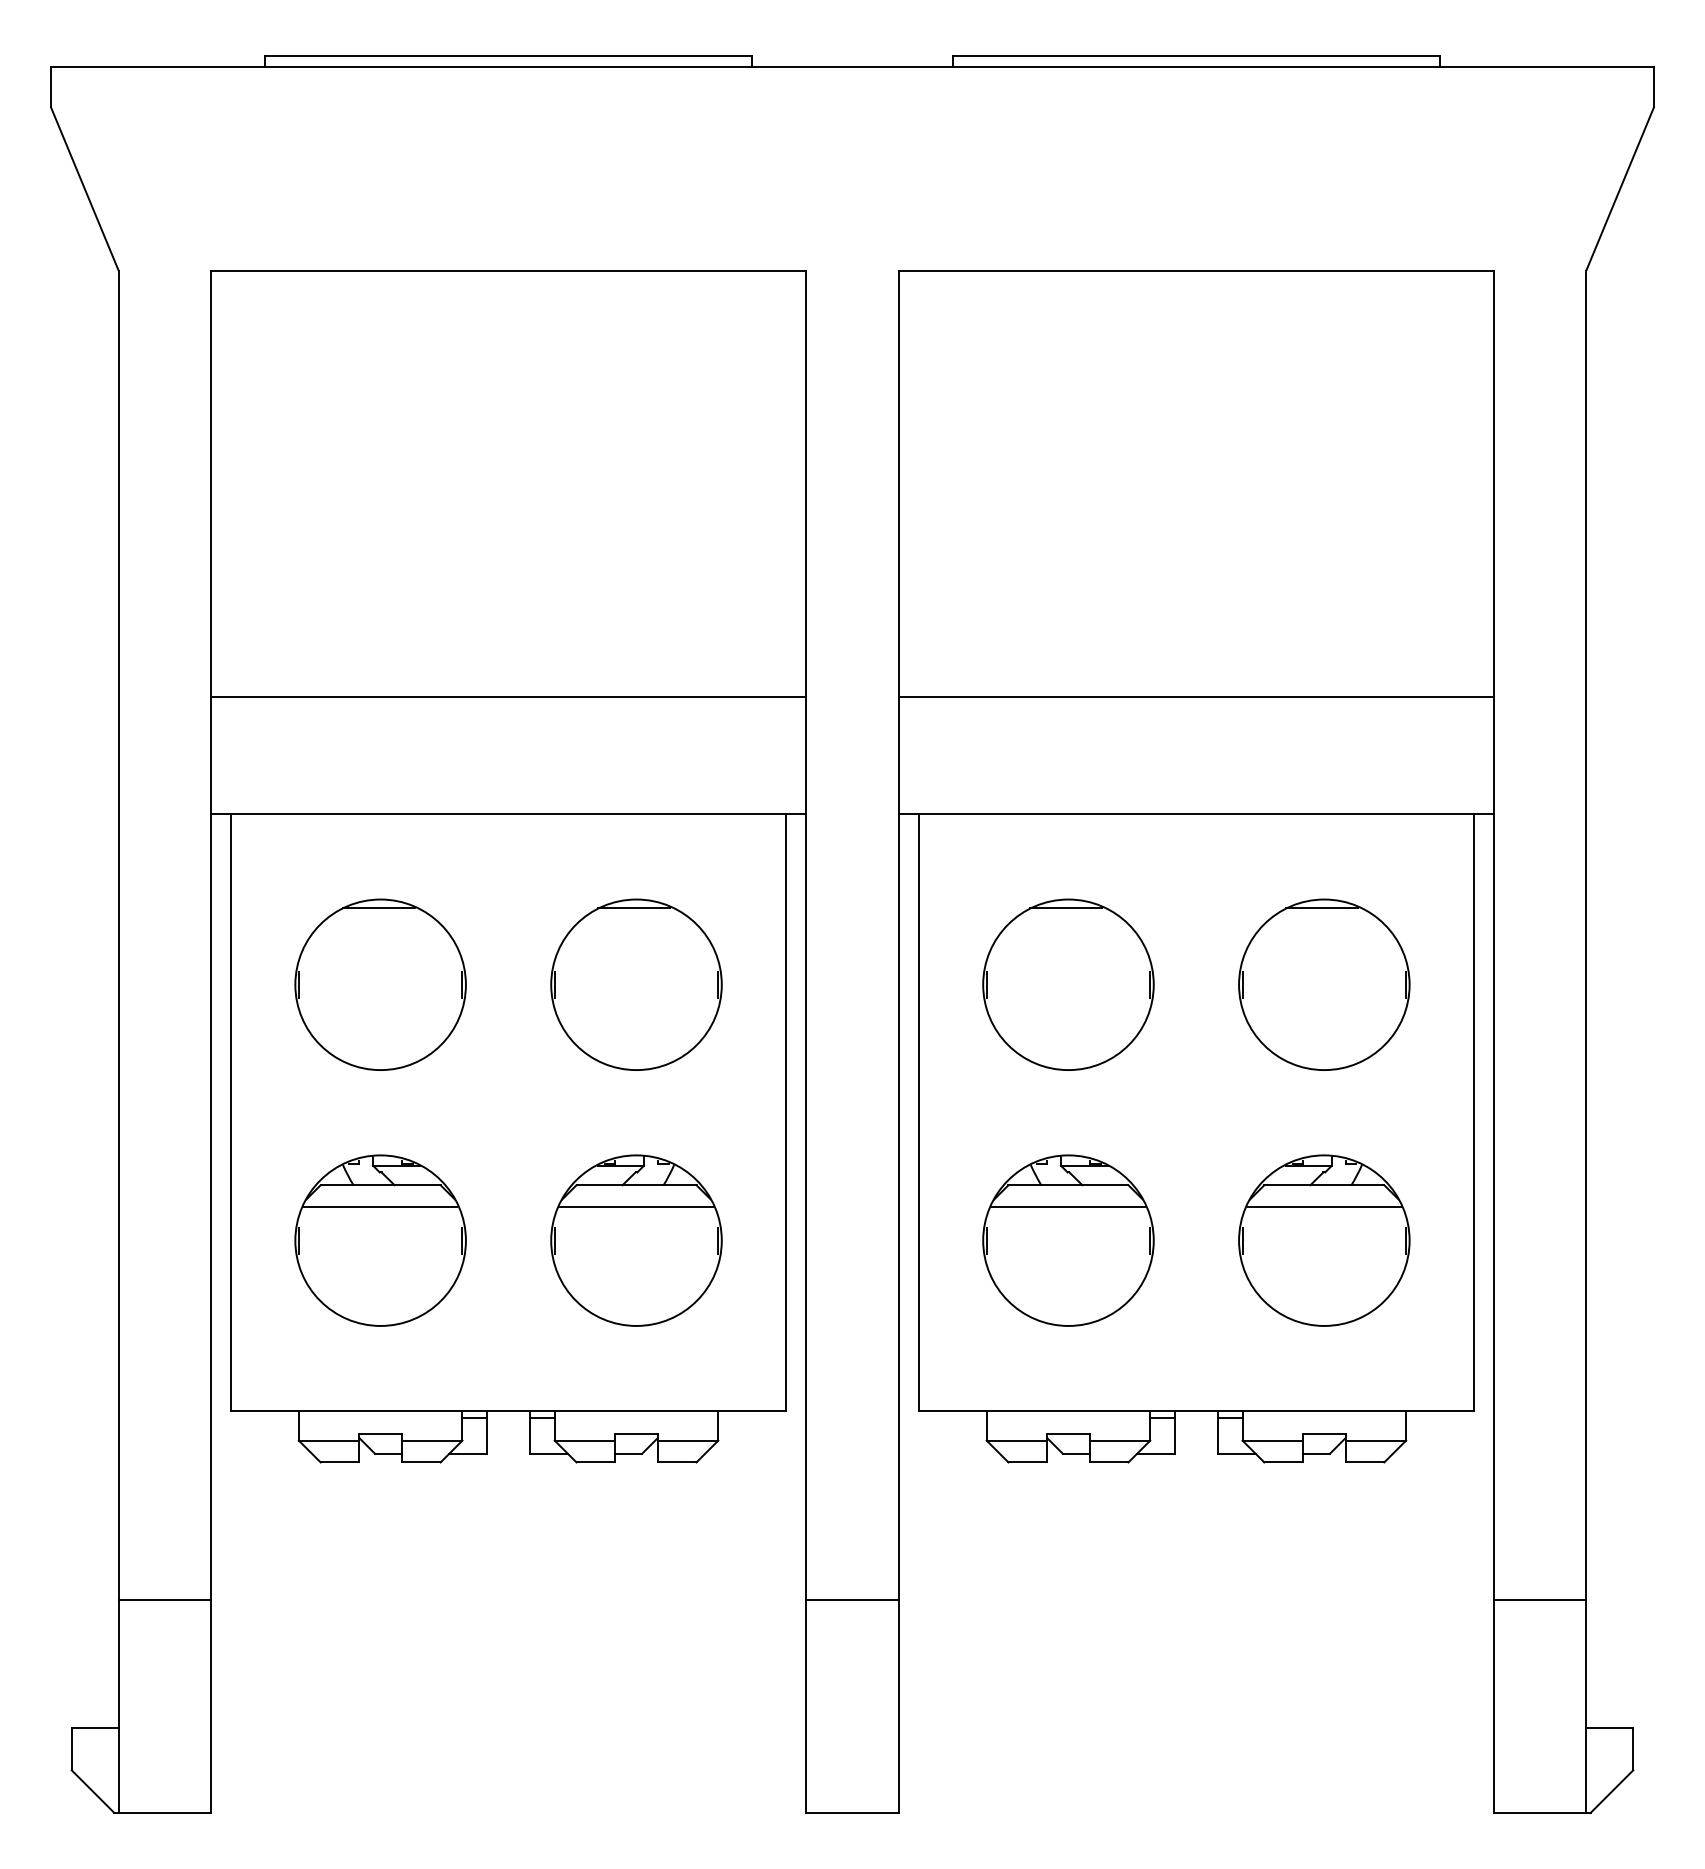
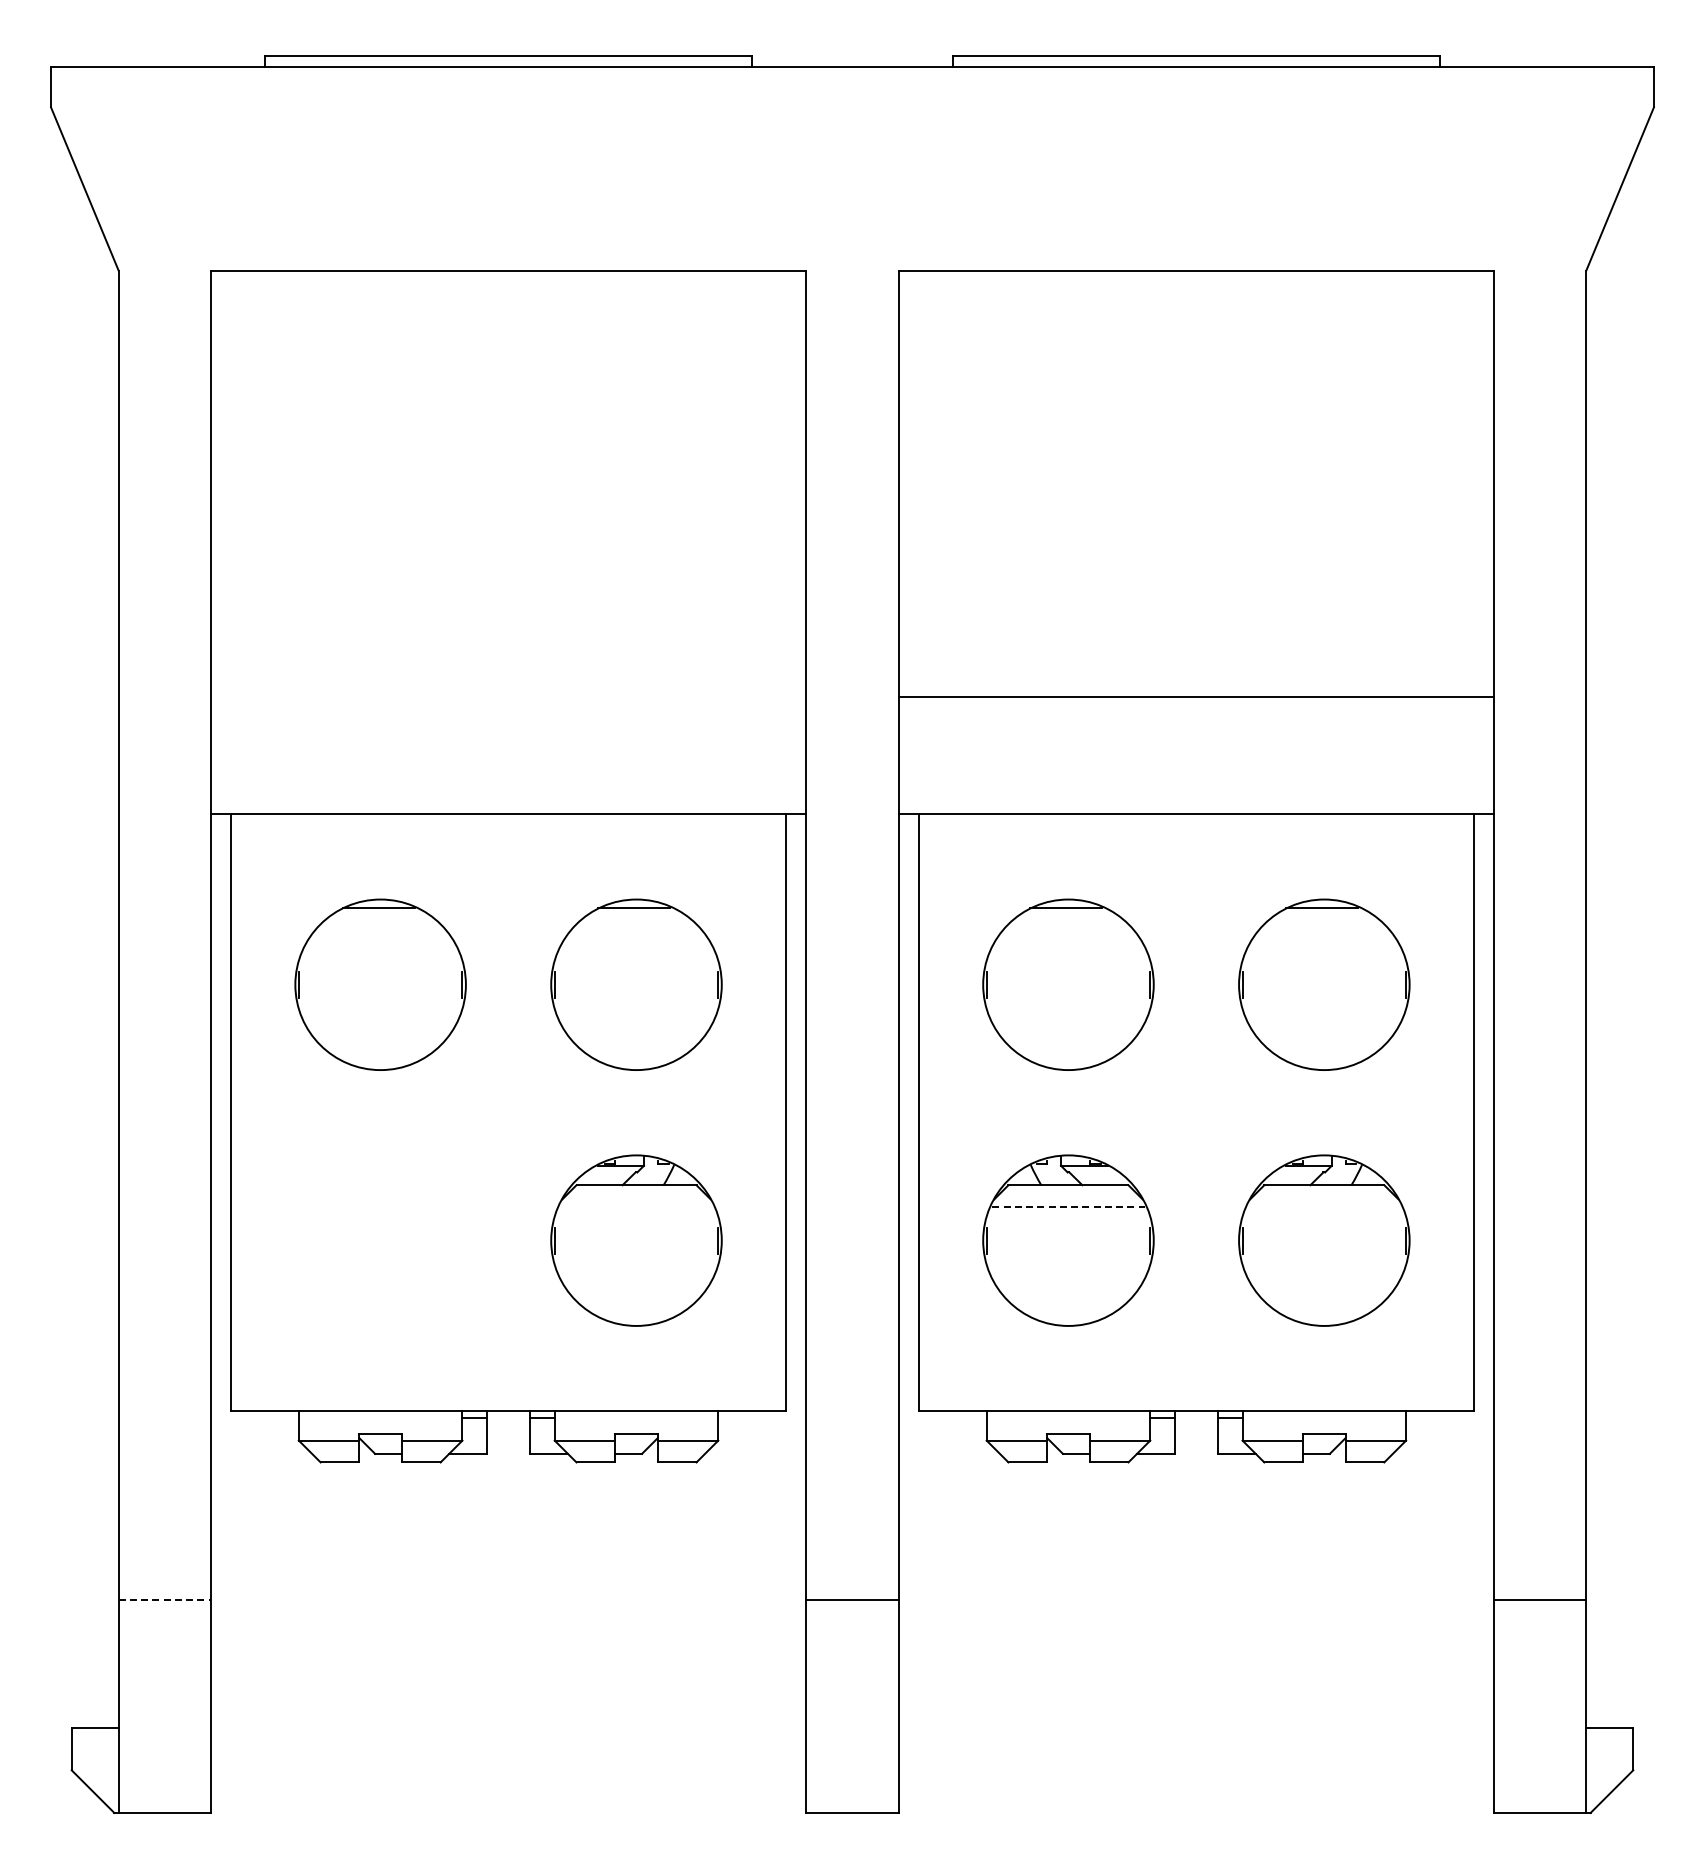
line at (508, 696): present -> none
line at (636, 1206): present -> none
line at (1068, 1206): solid -> dashed
line at (1324, 1206): present -> none
part at (380, 1240): present -> none
line at (165, 1599): solid -> dashed
